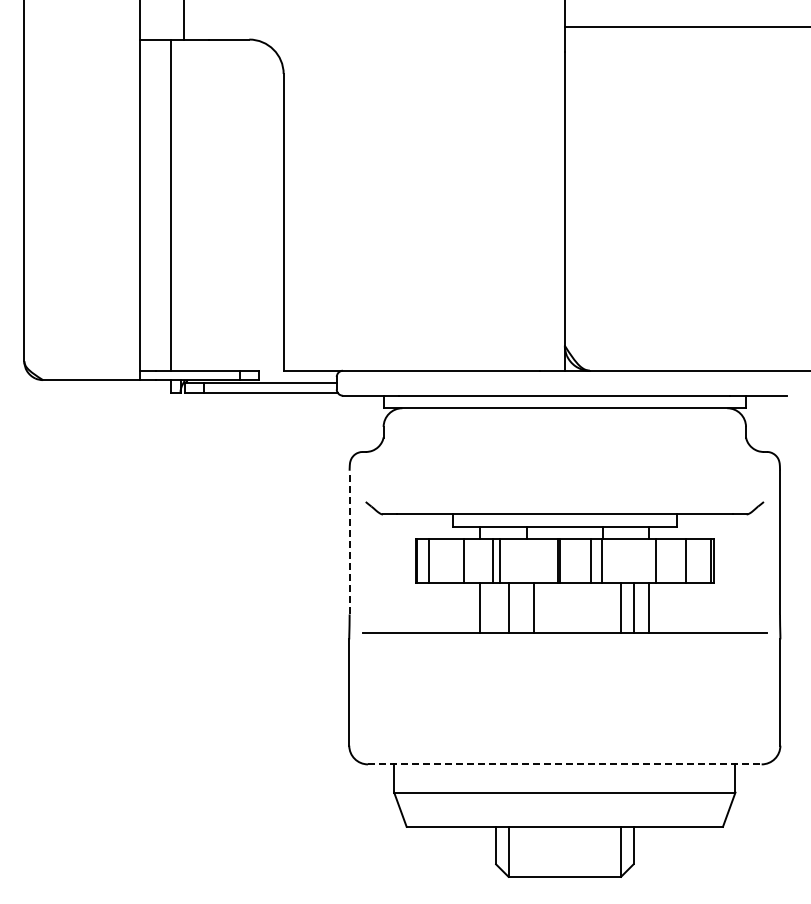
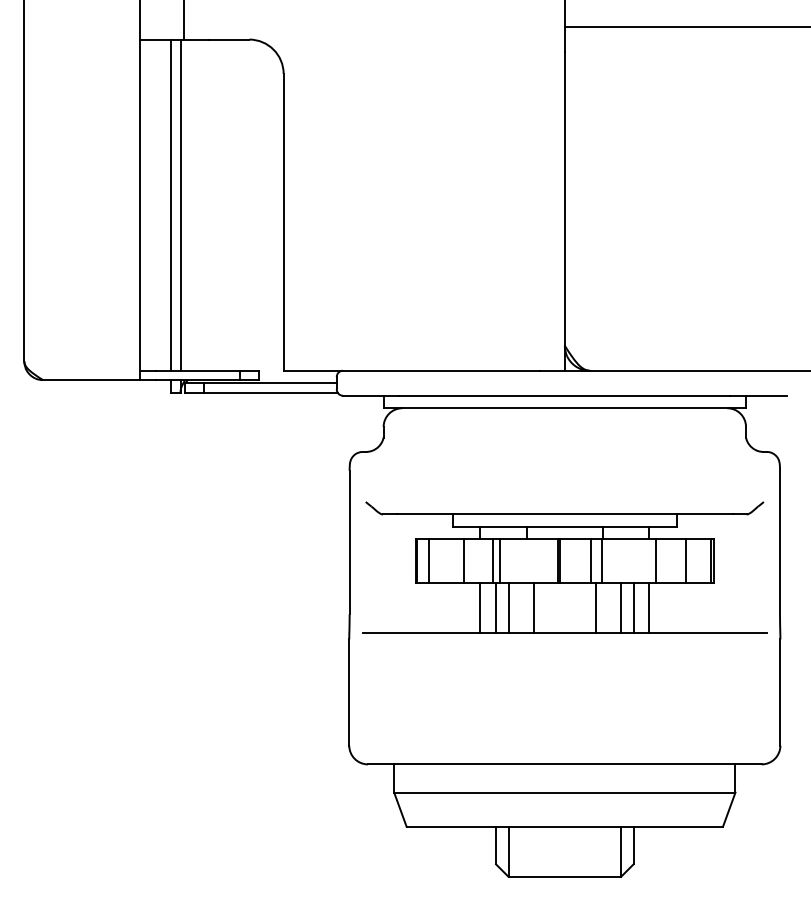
line at (180, 204): none -> present
line at (349, 542): dashed -> solid
line at (496, 608): none -> present
line at (596, 608): none -> present
line at (564, 764): dashed -> solid
